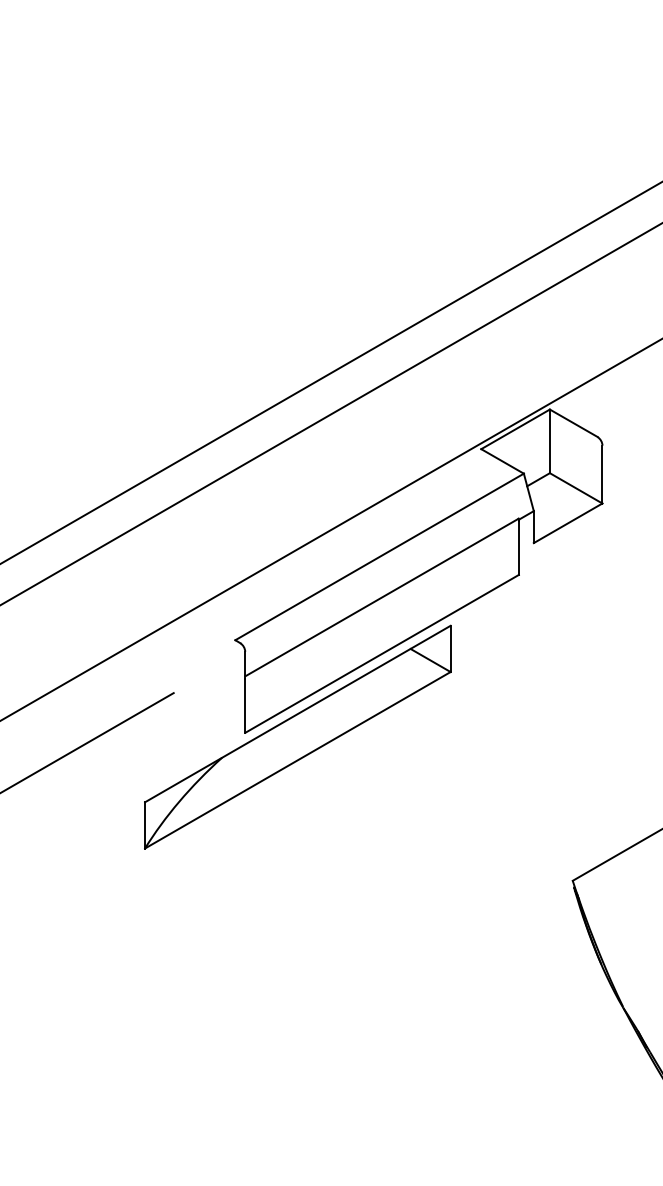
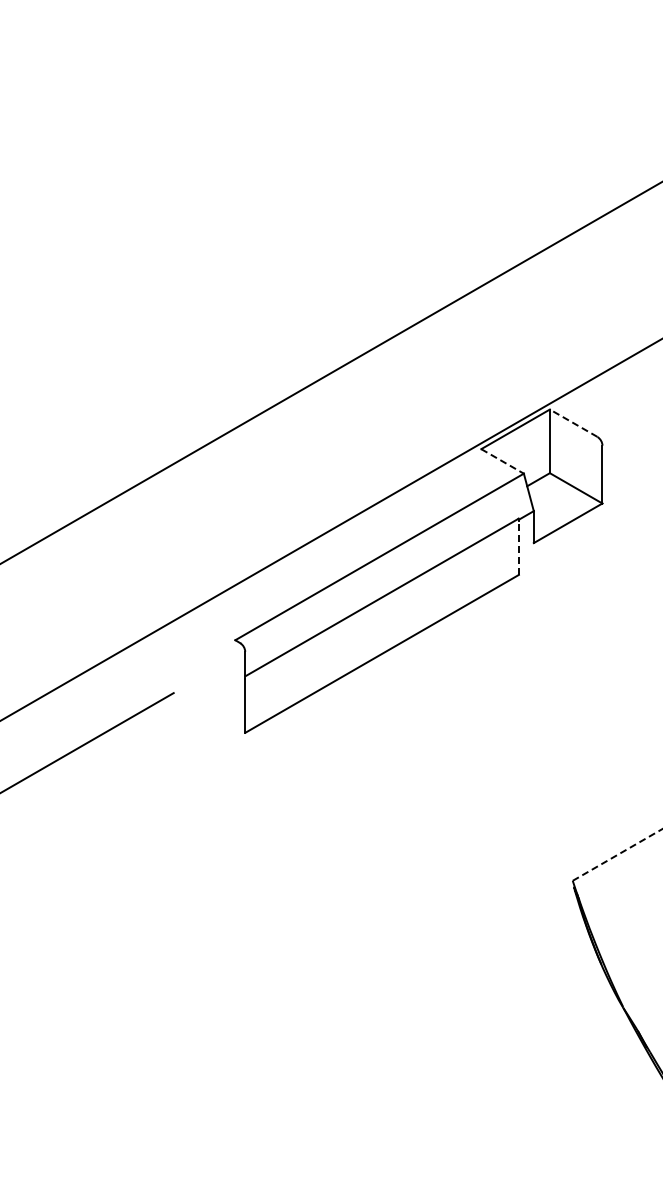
line at (330, 414): present -> none
line at (573, 422): solid -> dashed
line at (502, 461): solid -> dashed
line at (518, 547): solid -> dashed
part at (297, 736): present -> none
line at (617, 854): solid -> dashed
